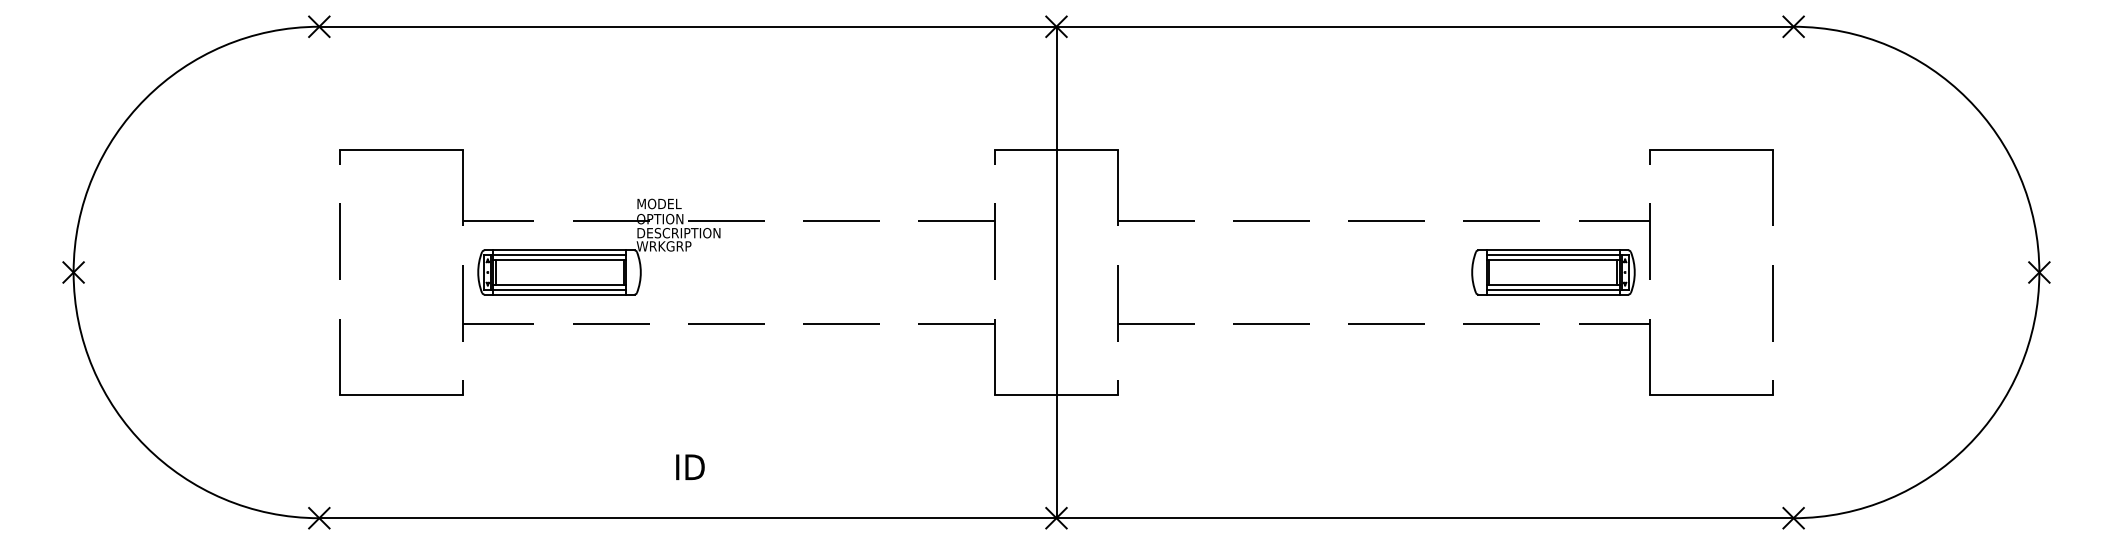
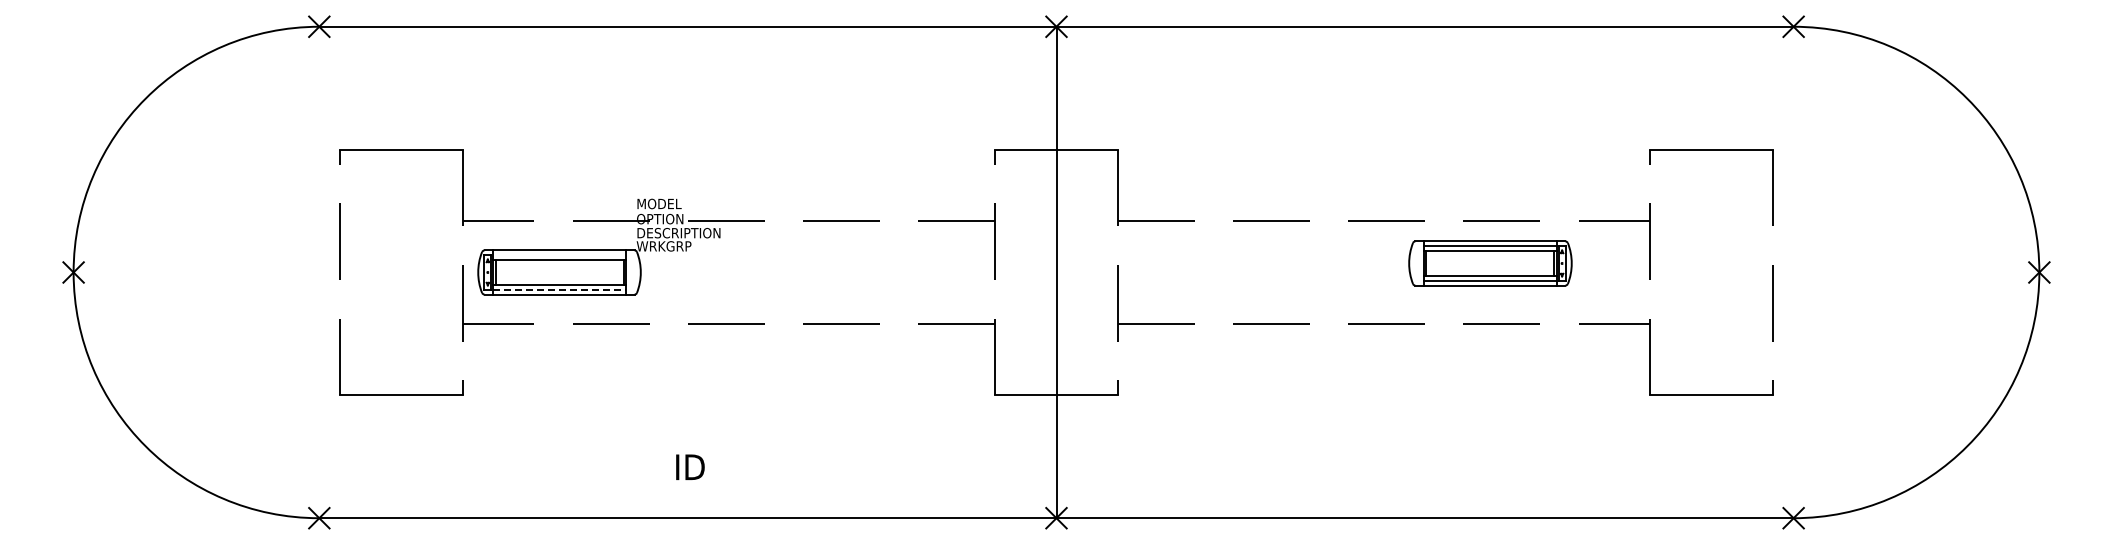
line at (559, 254): present -> none
part at (1553, 272) position: (1553, 272) -> (1490, 263)
line at (559, 290): solid -> dashed
